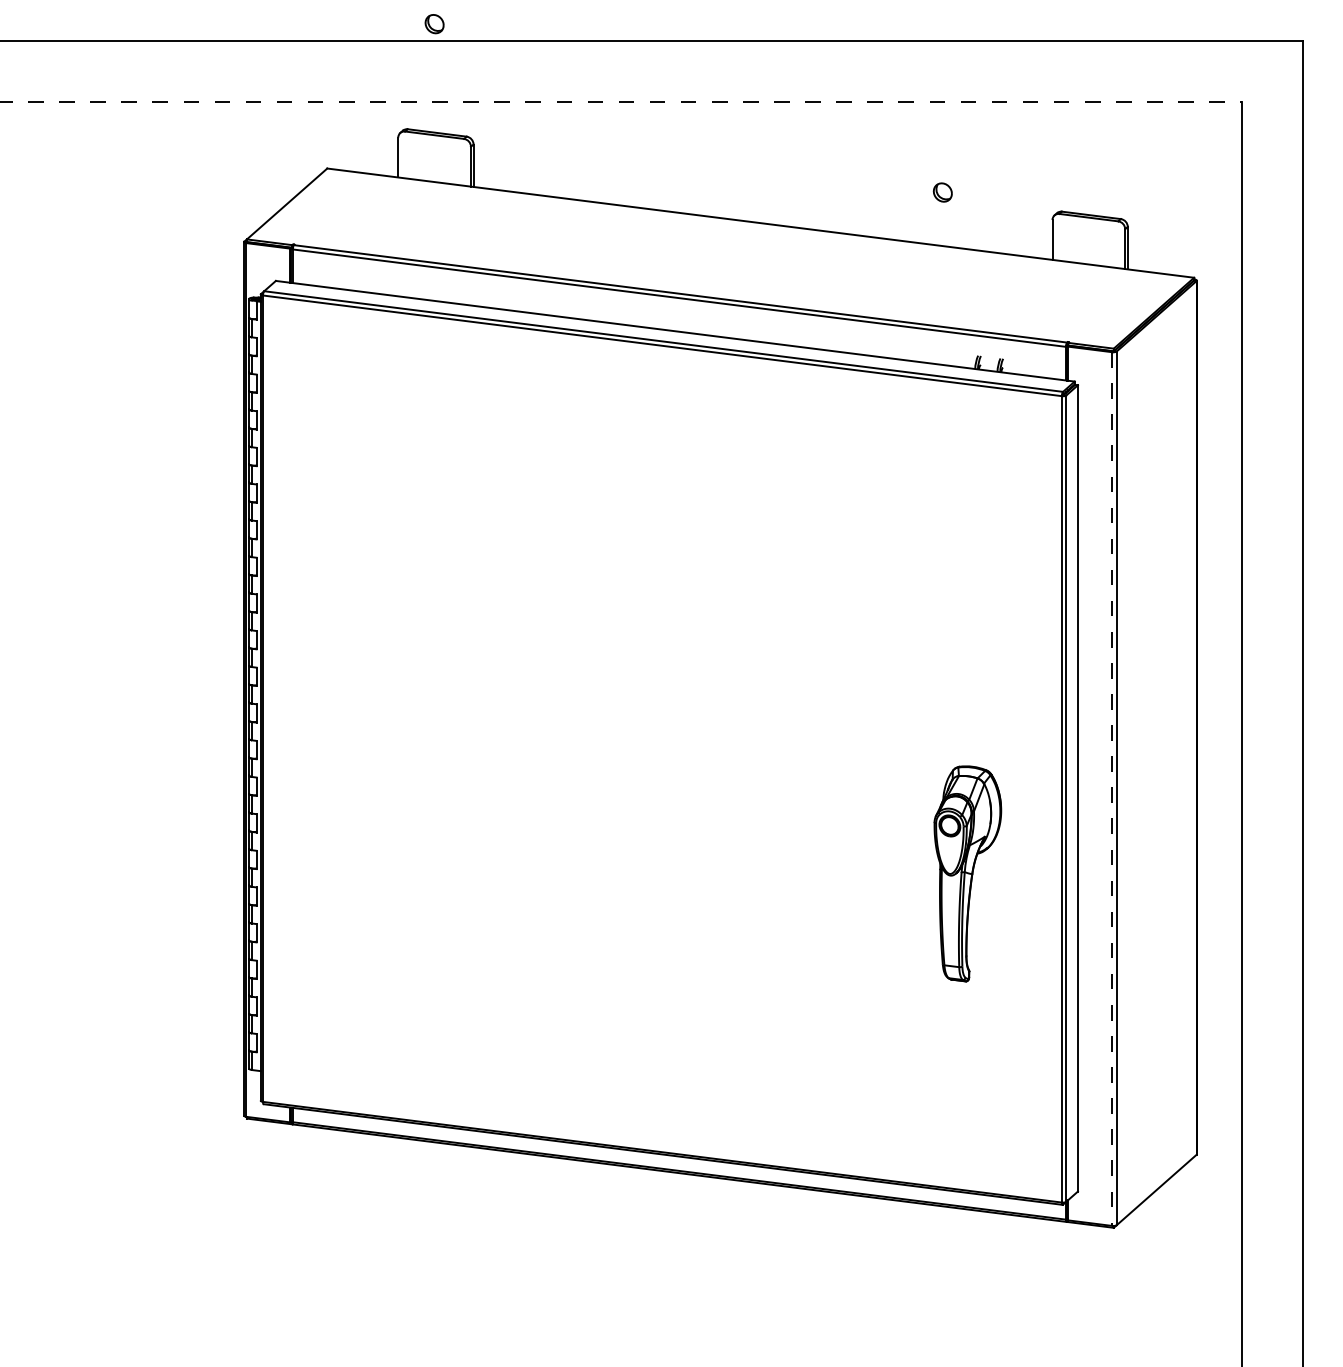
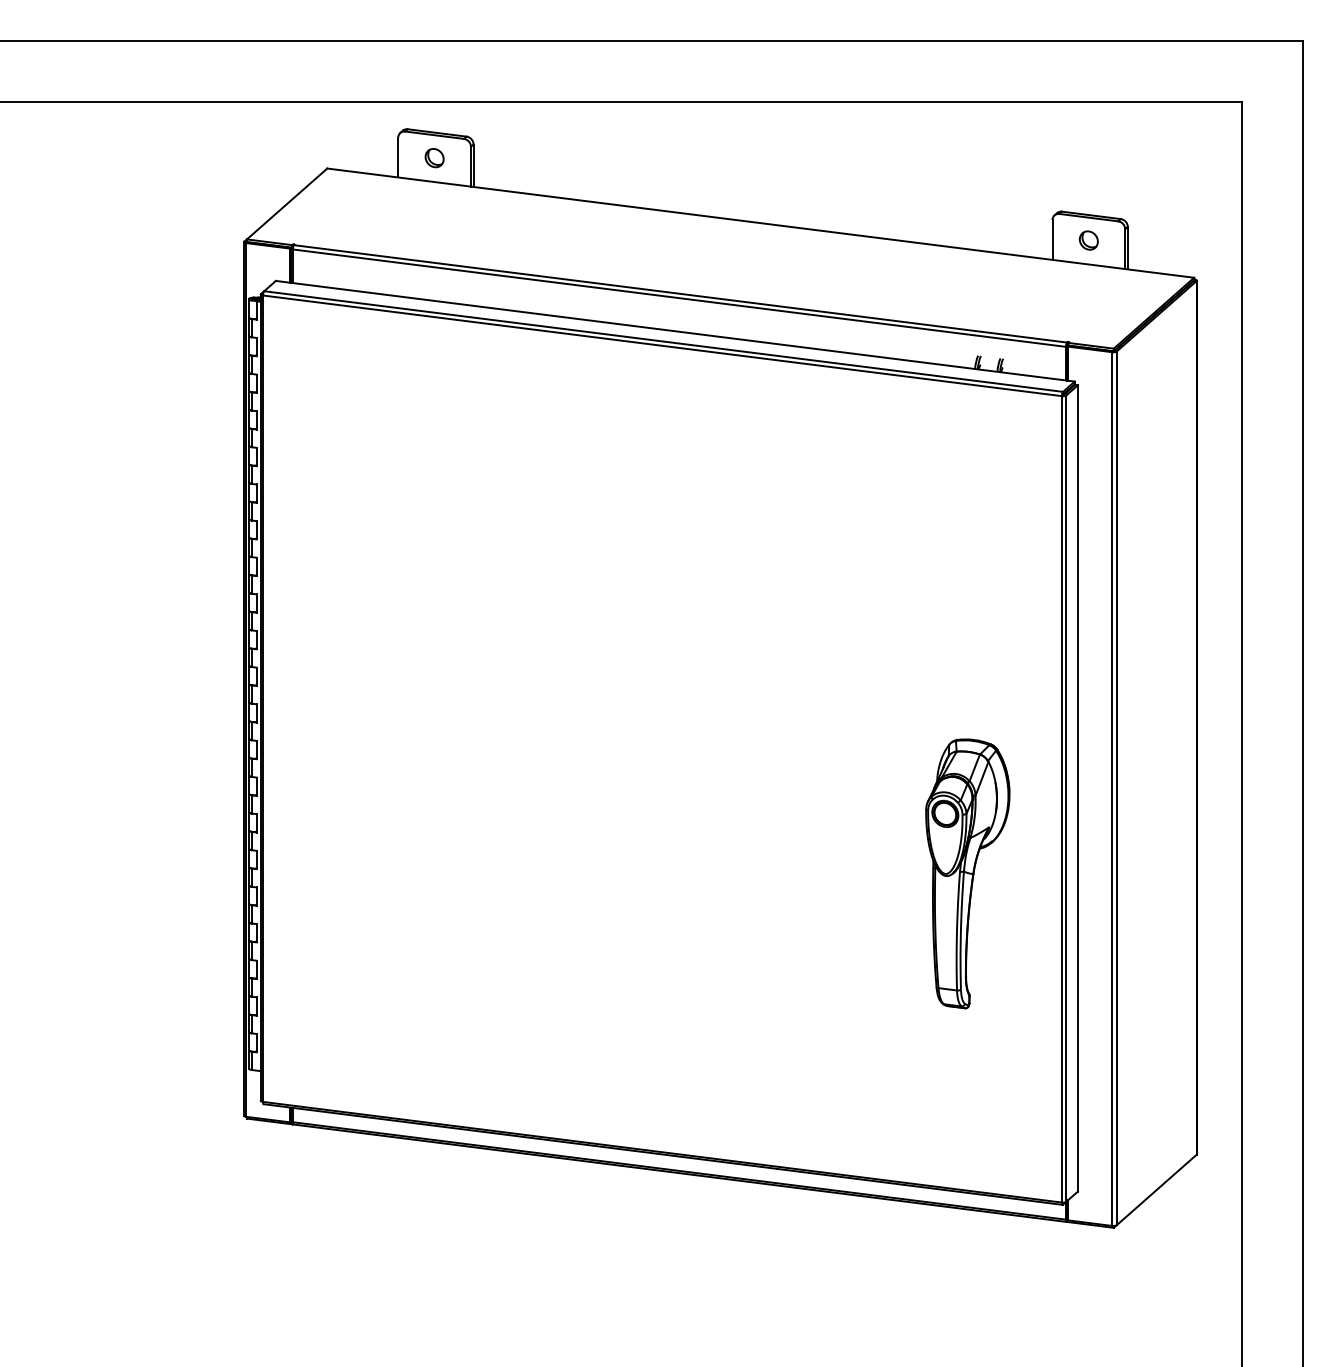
part at (434, 24) position: (434, 24) -> (434, 158)
line at (621, 102): dashed -> solid
part at (942, 192) position: (942, 192) -> (1088, 240)
line at (1112, 789): dashed -> solid
part at (967, 873) size: 70x218 px -> 86x272 px
